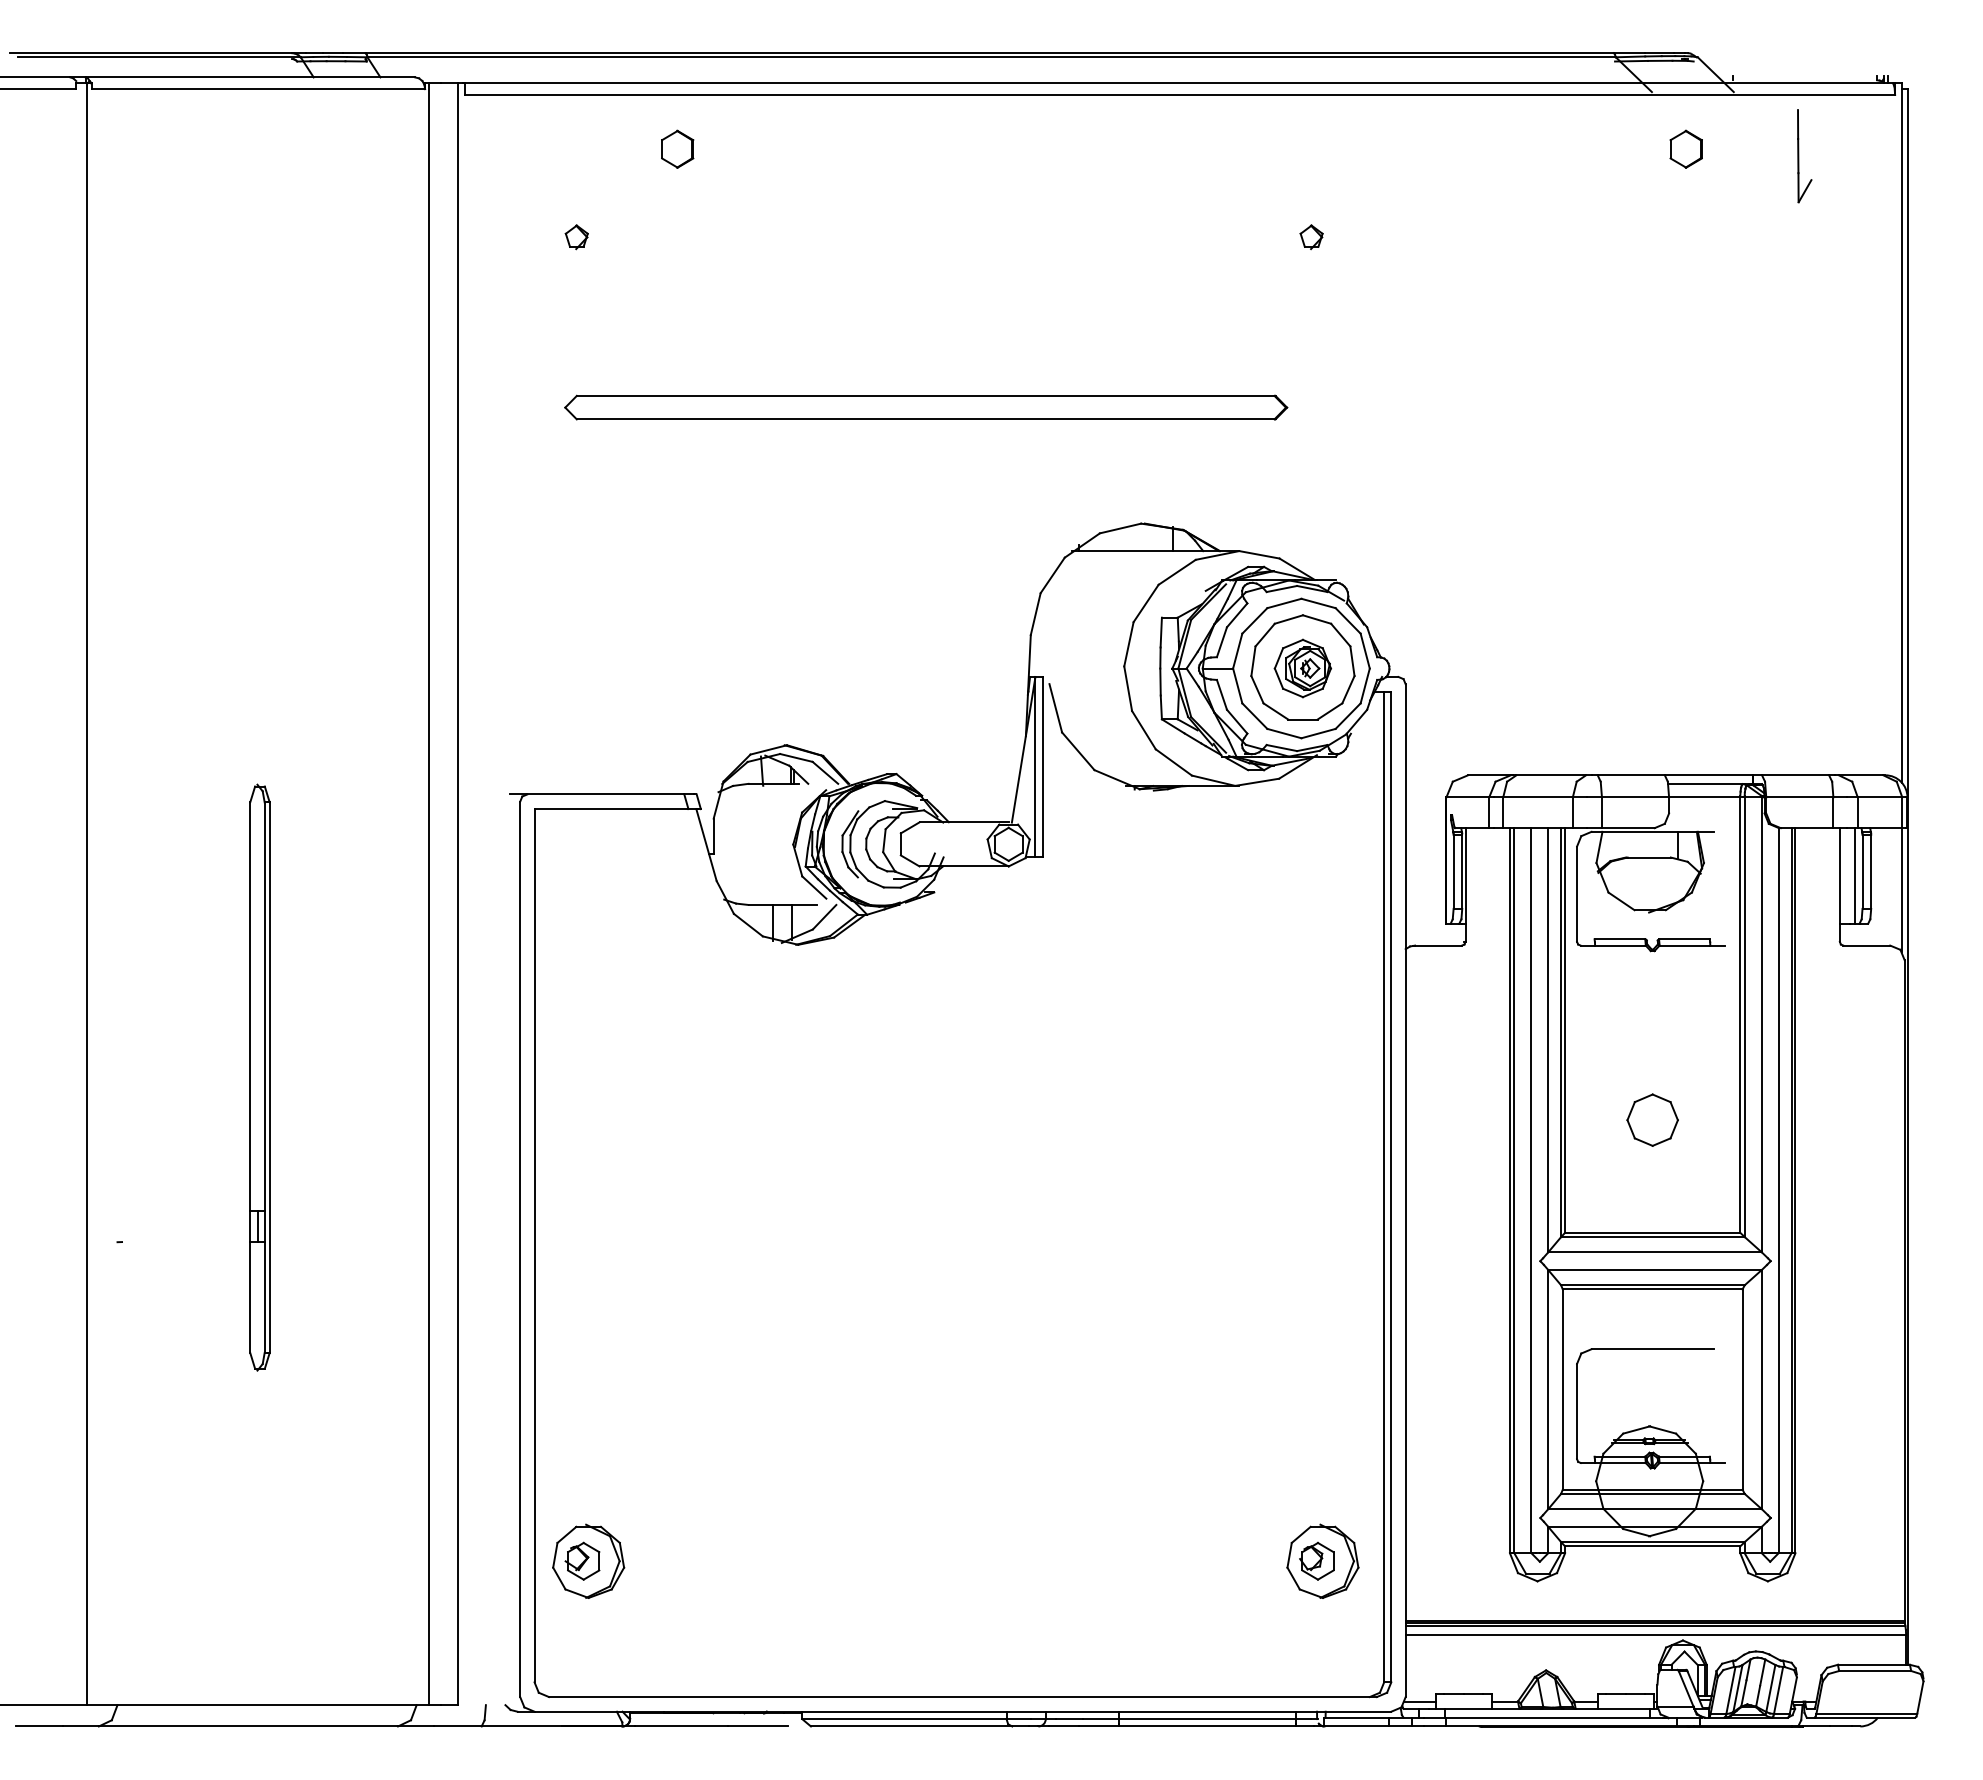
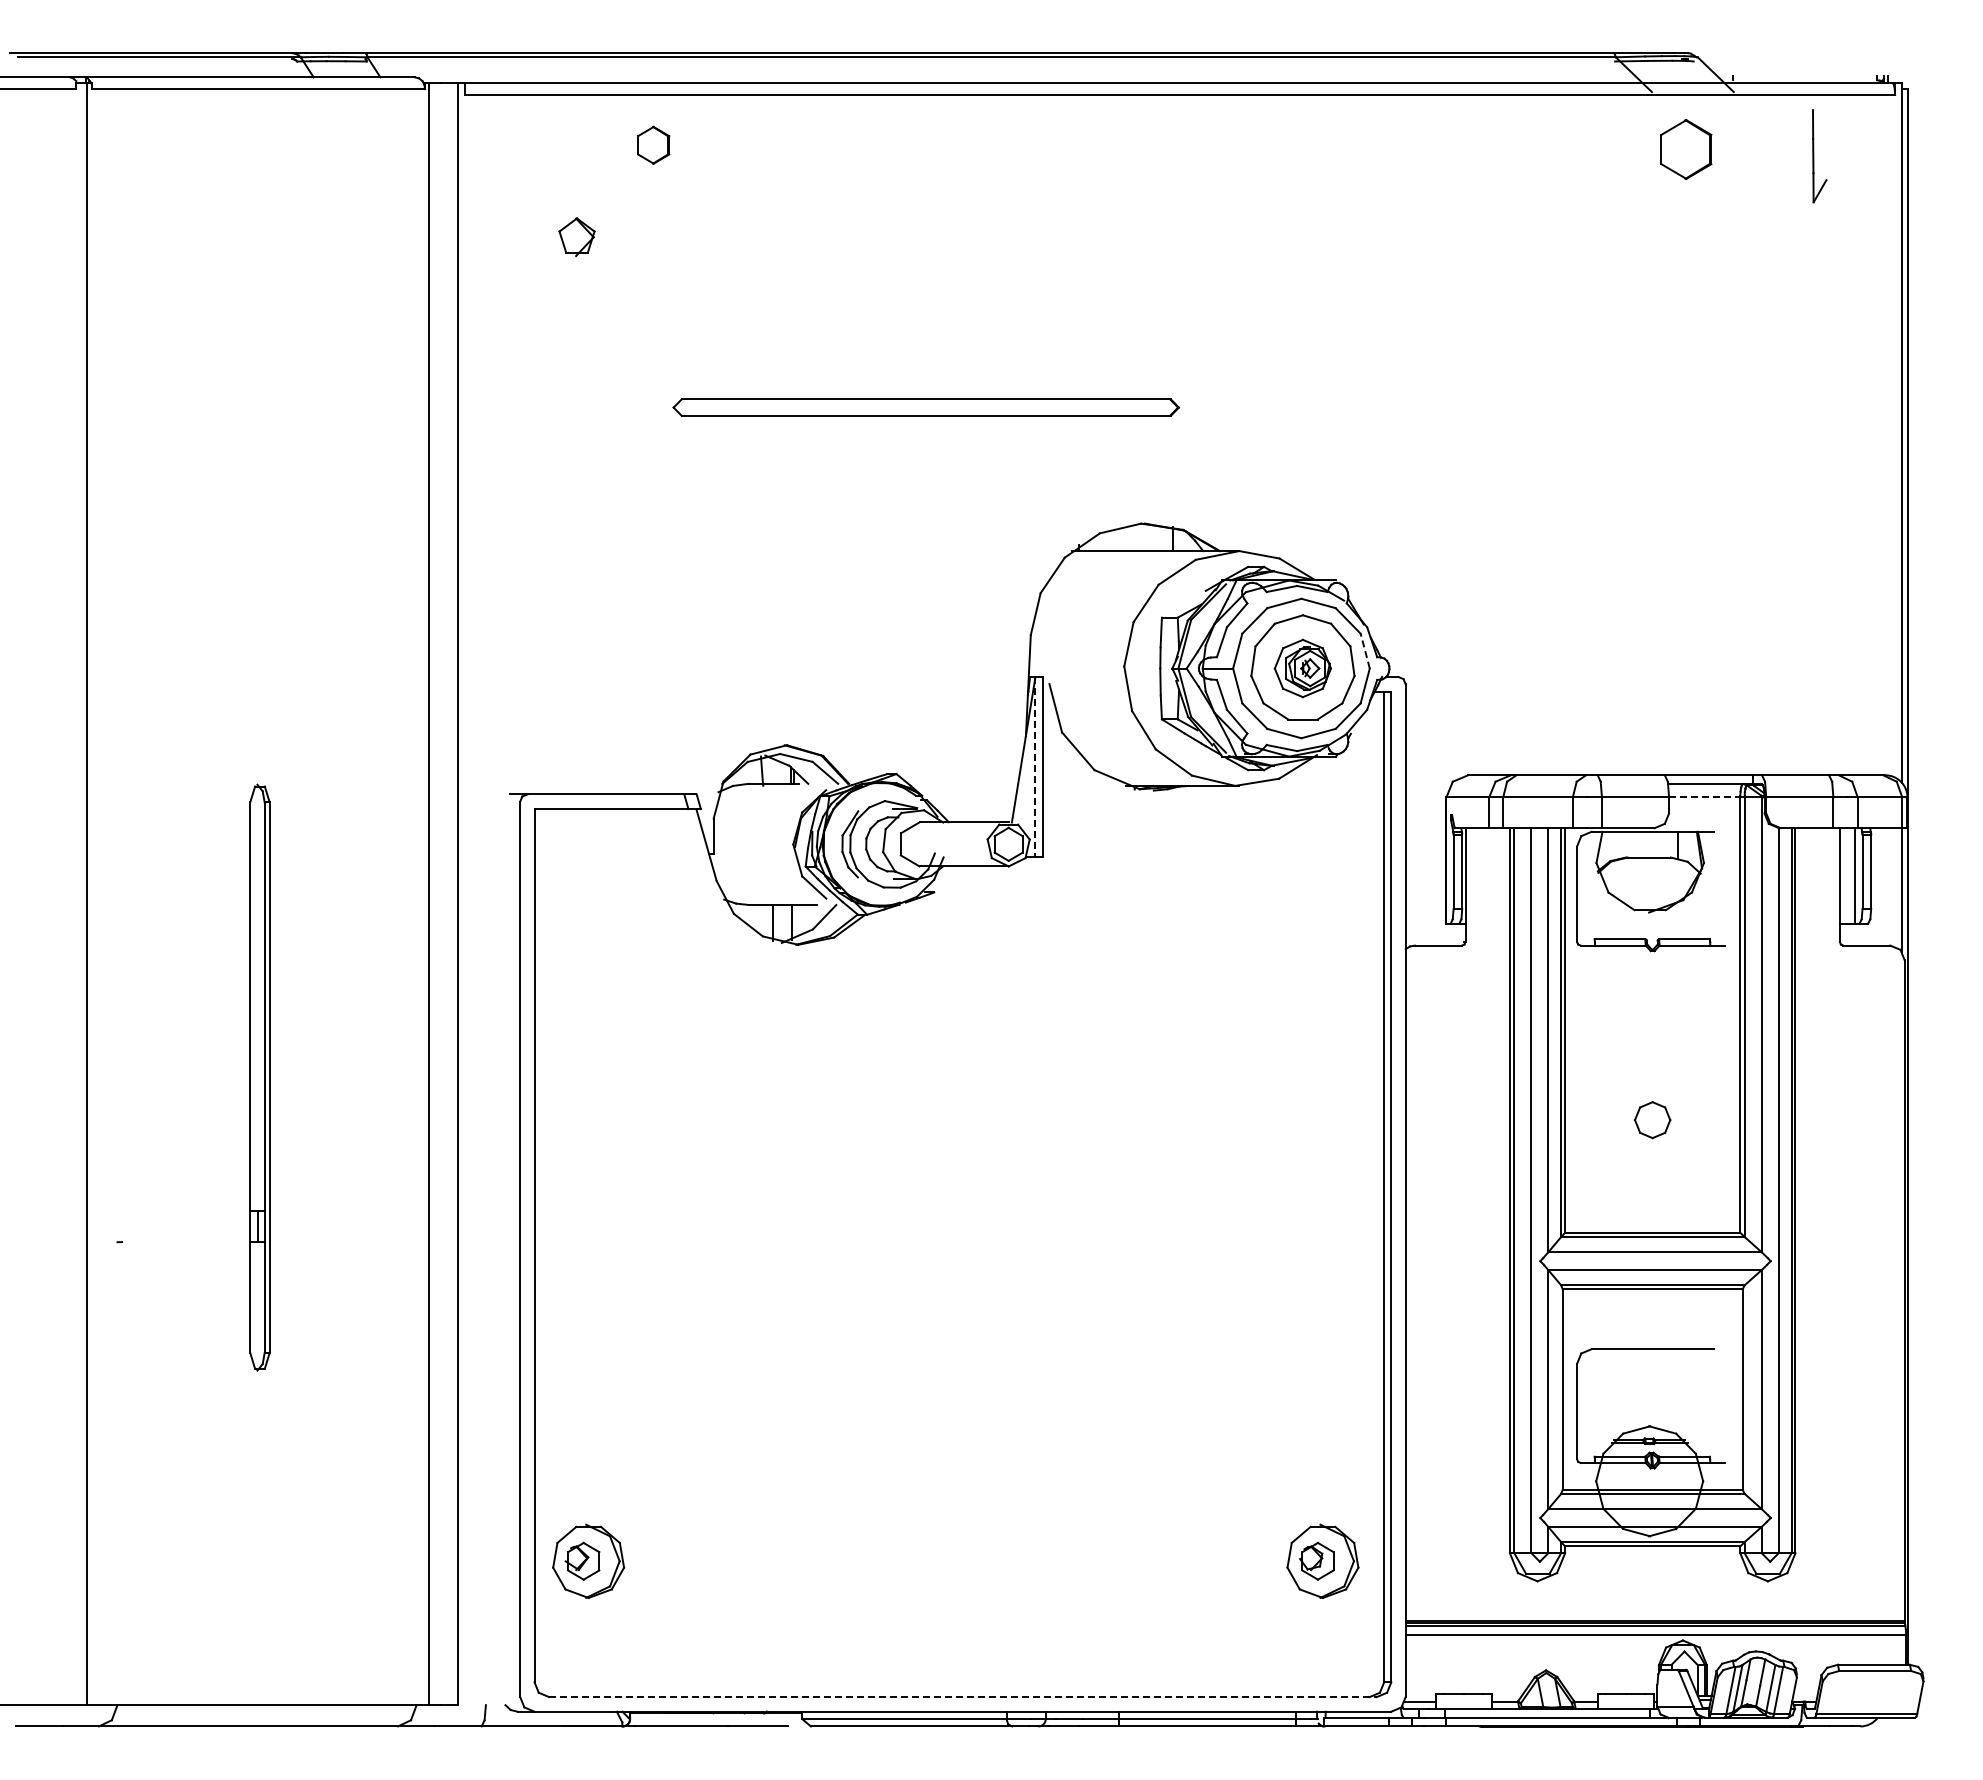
part at (677, 148) position: (677, 148) -> (653, 144)
part at (1685, 148) size: 34x40 px -> 53x61 px
part at (1804, 156) position: (1804, 156) -> (1819, 156)
part at (576, 237) size: 25x27 px -> 38x41 px
part at (1311, 237): present -> none
part at (926, 407) size: 725x27 px -> 509x19 px
line at (1365, 650): solid -> dashed
line at (1035, 766): solid -> dashed
line at (1704, 797): solid -> dashed
part at (1652, 1119) size: 53x54 px -> 38x39 px
line at (962, 1697): solid -> dashed
